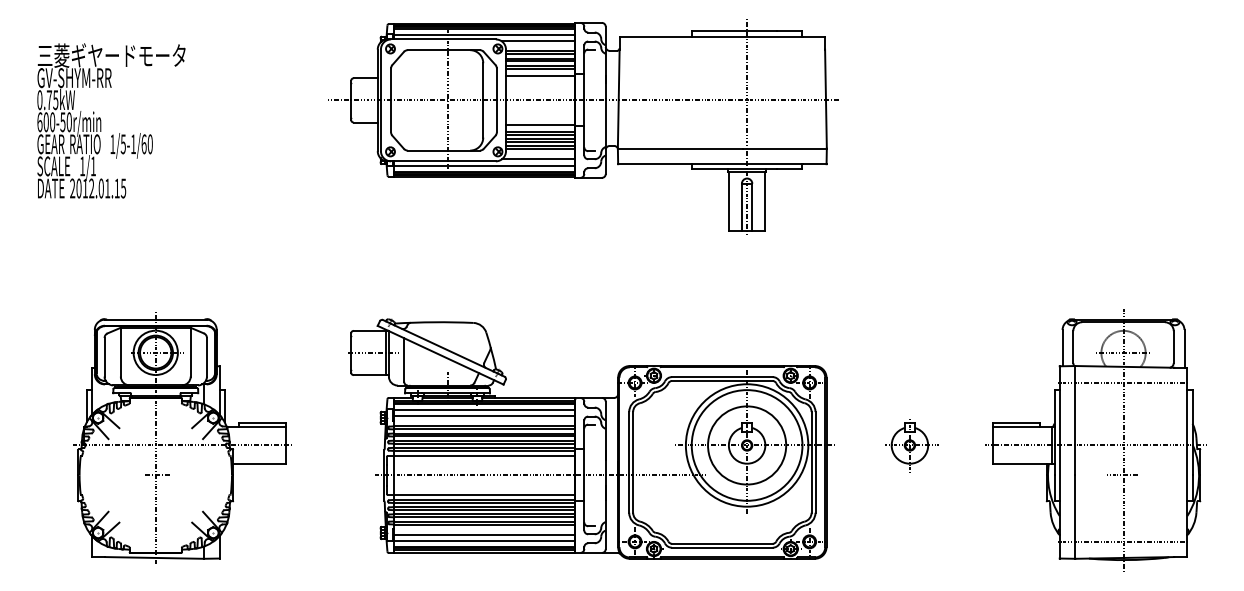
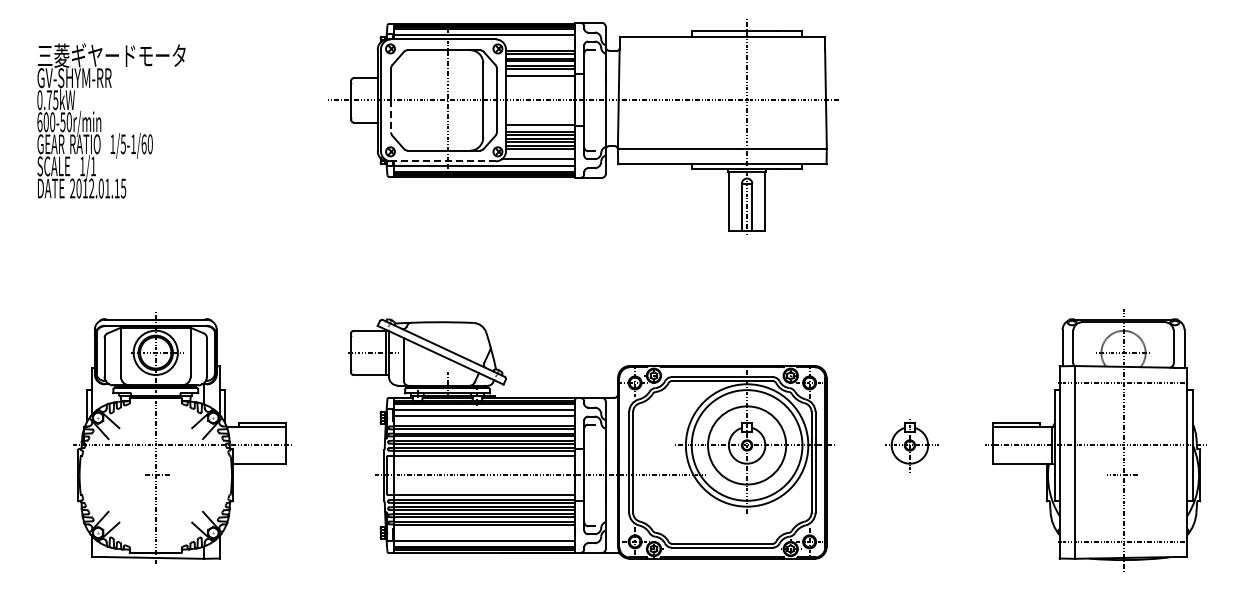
line at (538, 41): present -> none
line at (391, 116): solid -> dashed
line at (441, 161): solid -> dashed
line at (484, 534): present -> none
